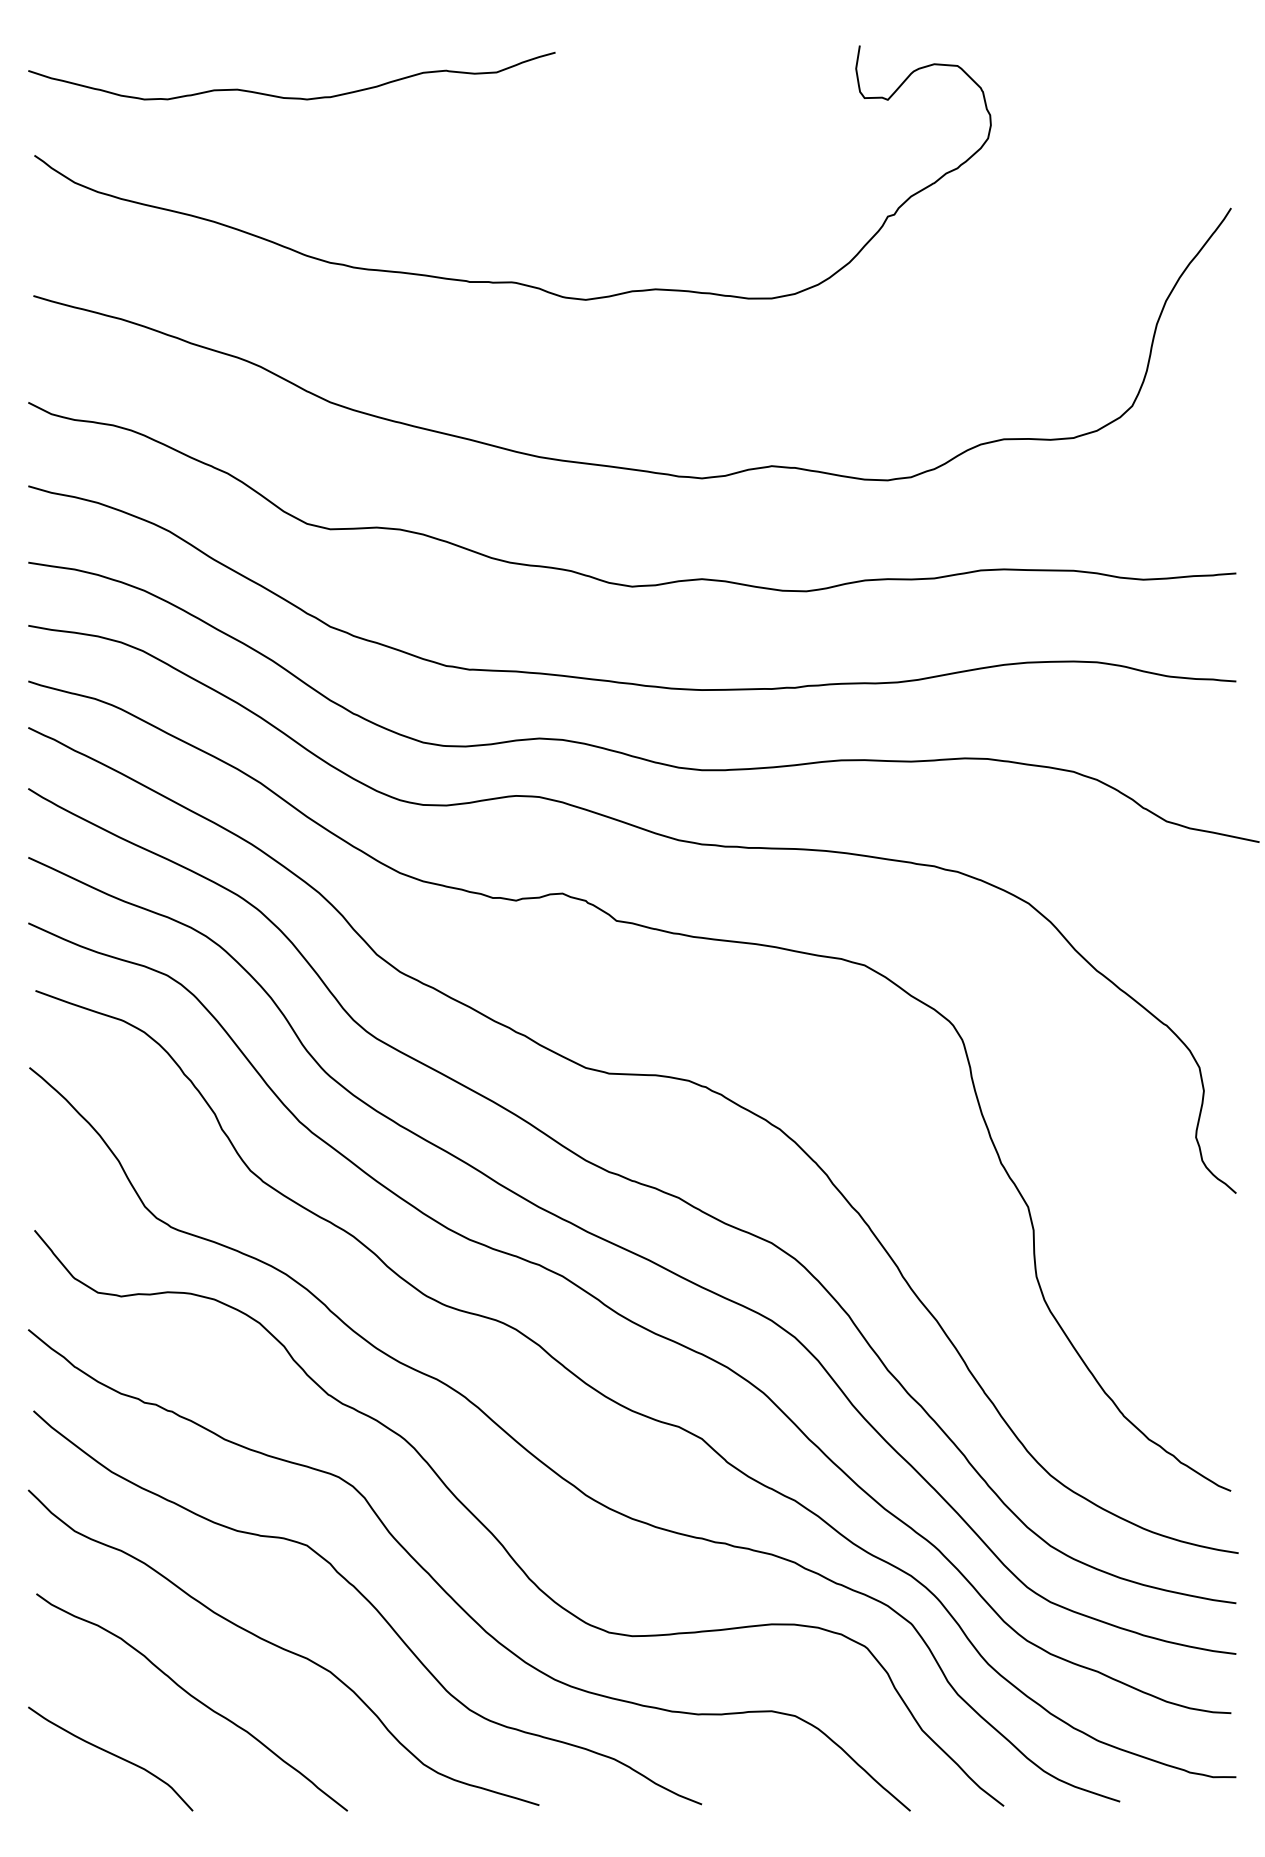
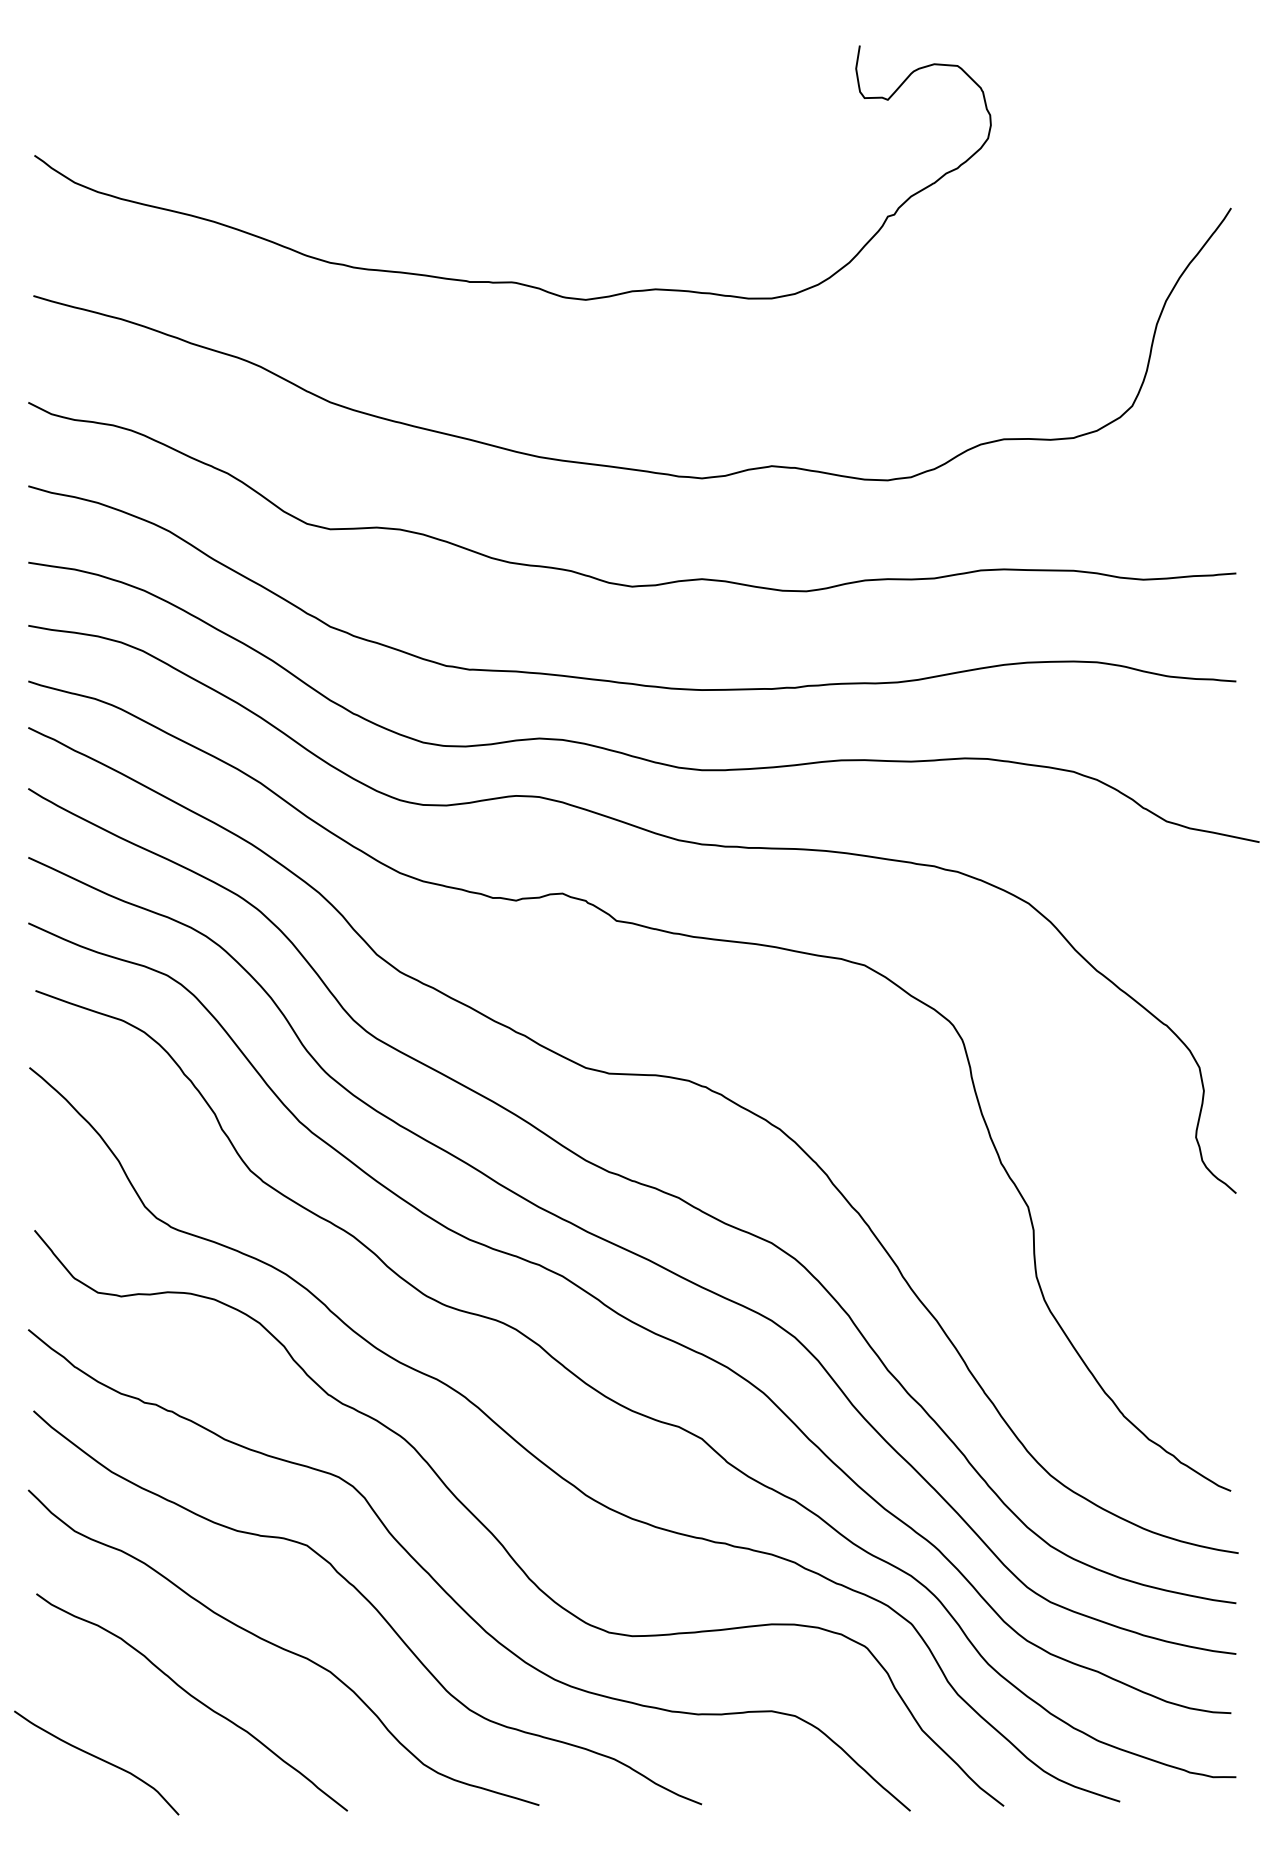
curve at (291, 97): present -> none
curve at (112, 1755) position: (112, 1755) -> (98, 1759)
